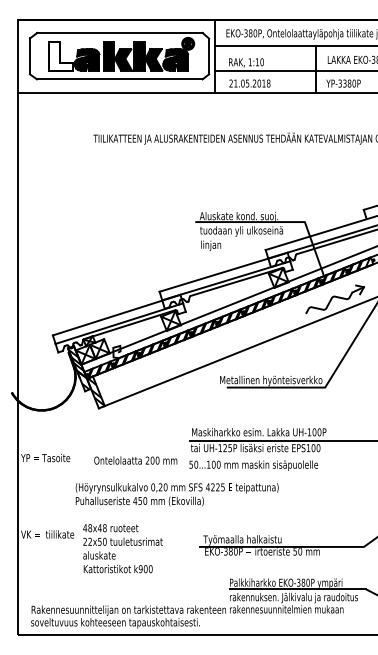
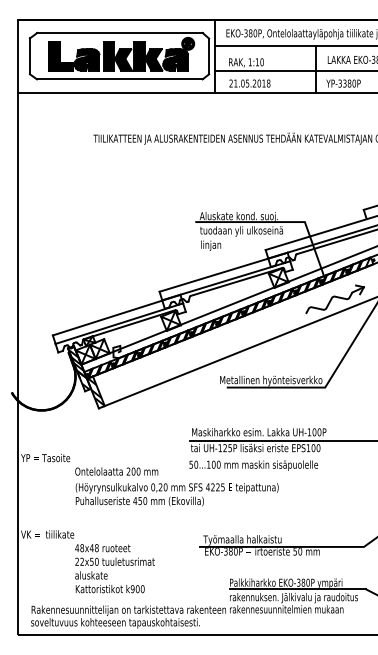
fill at (60, 56): none -> present
text at (135, 460) position: (135, 460) -> (116, 471)
text at (122, 548) position: (122, 548) -> (114, 568)
